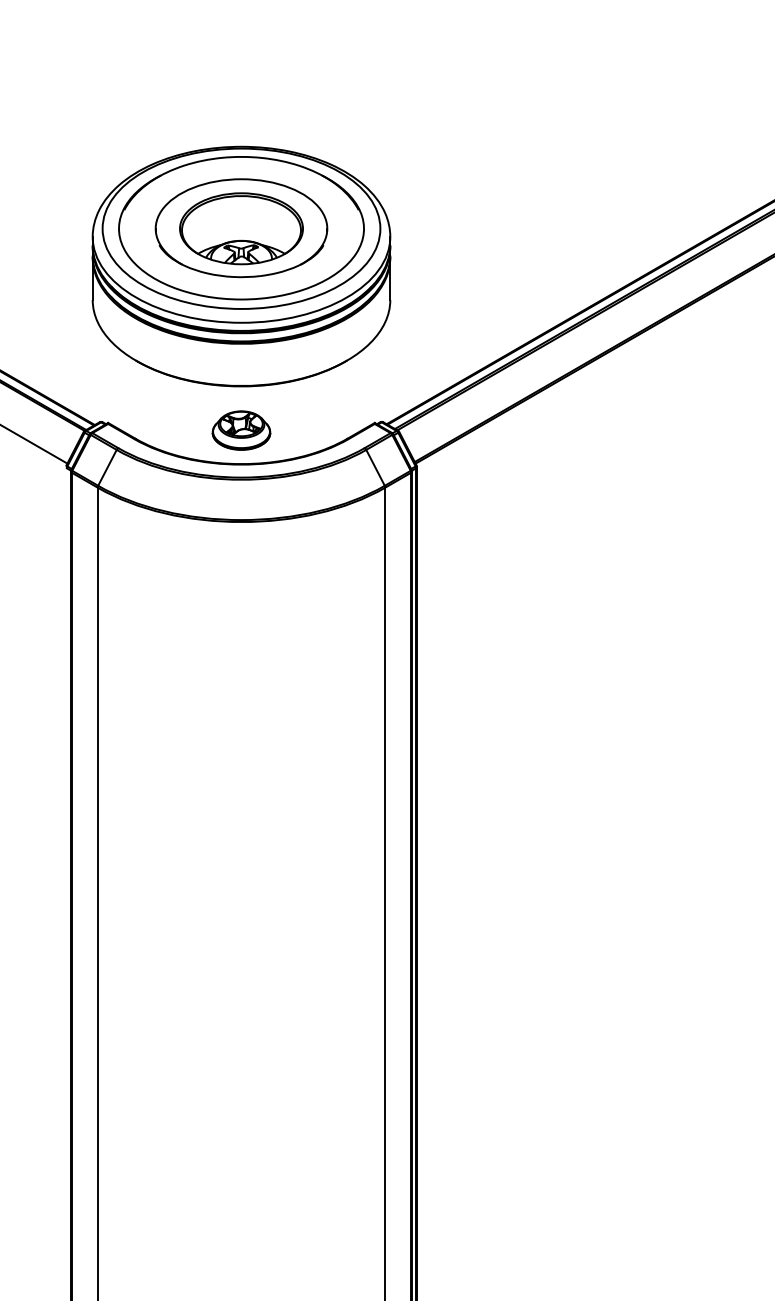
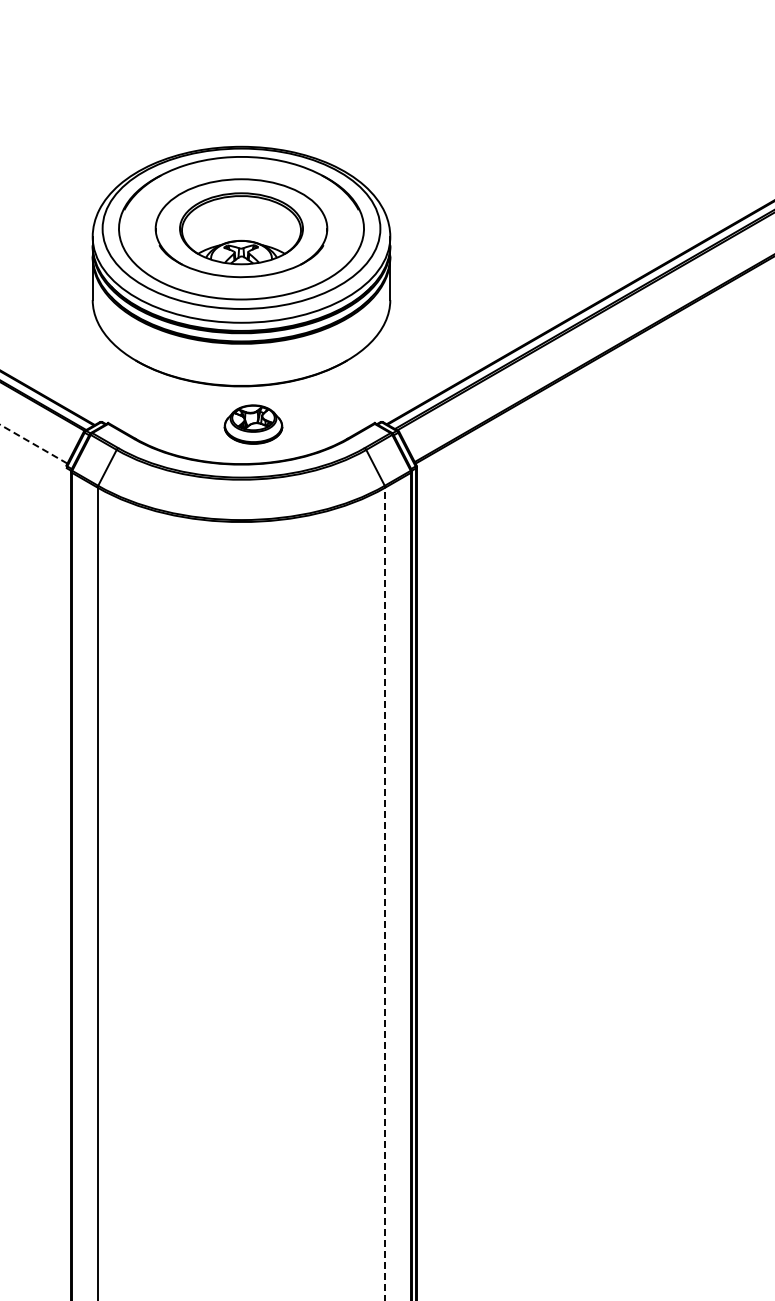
part at (241, 430) position: (241, 430) -> (253, 424)
line at (33, 444): solid -> dashed
line at (385, 893): solid -> dashed
